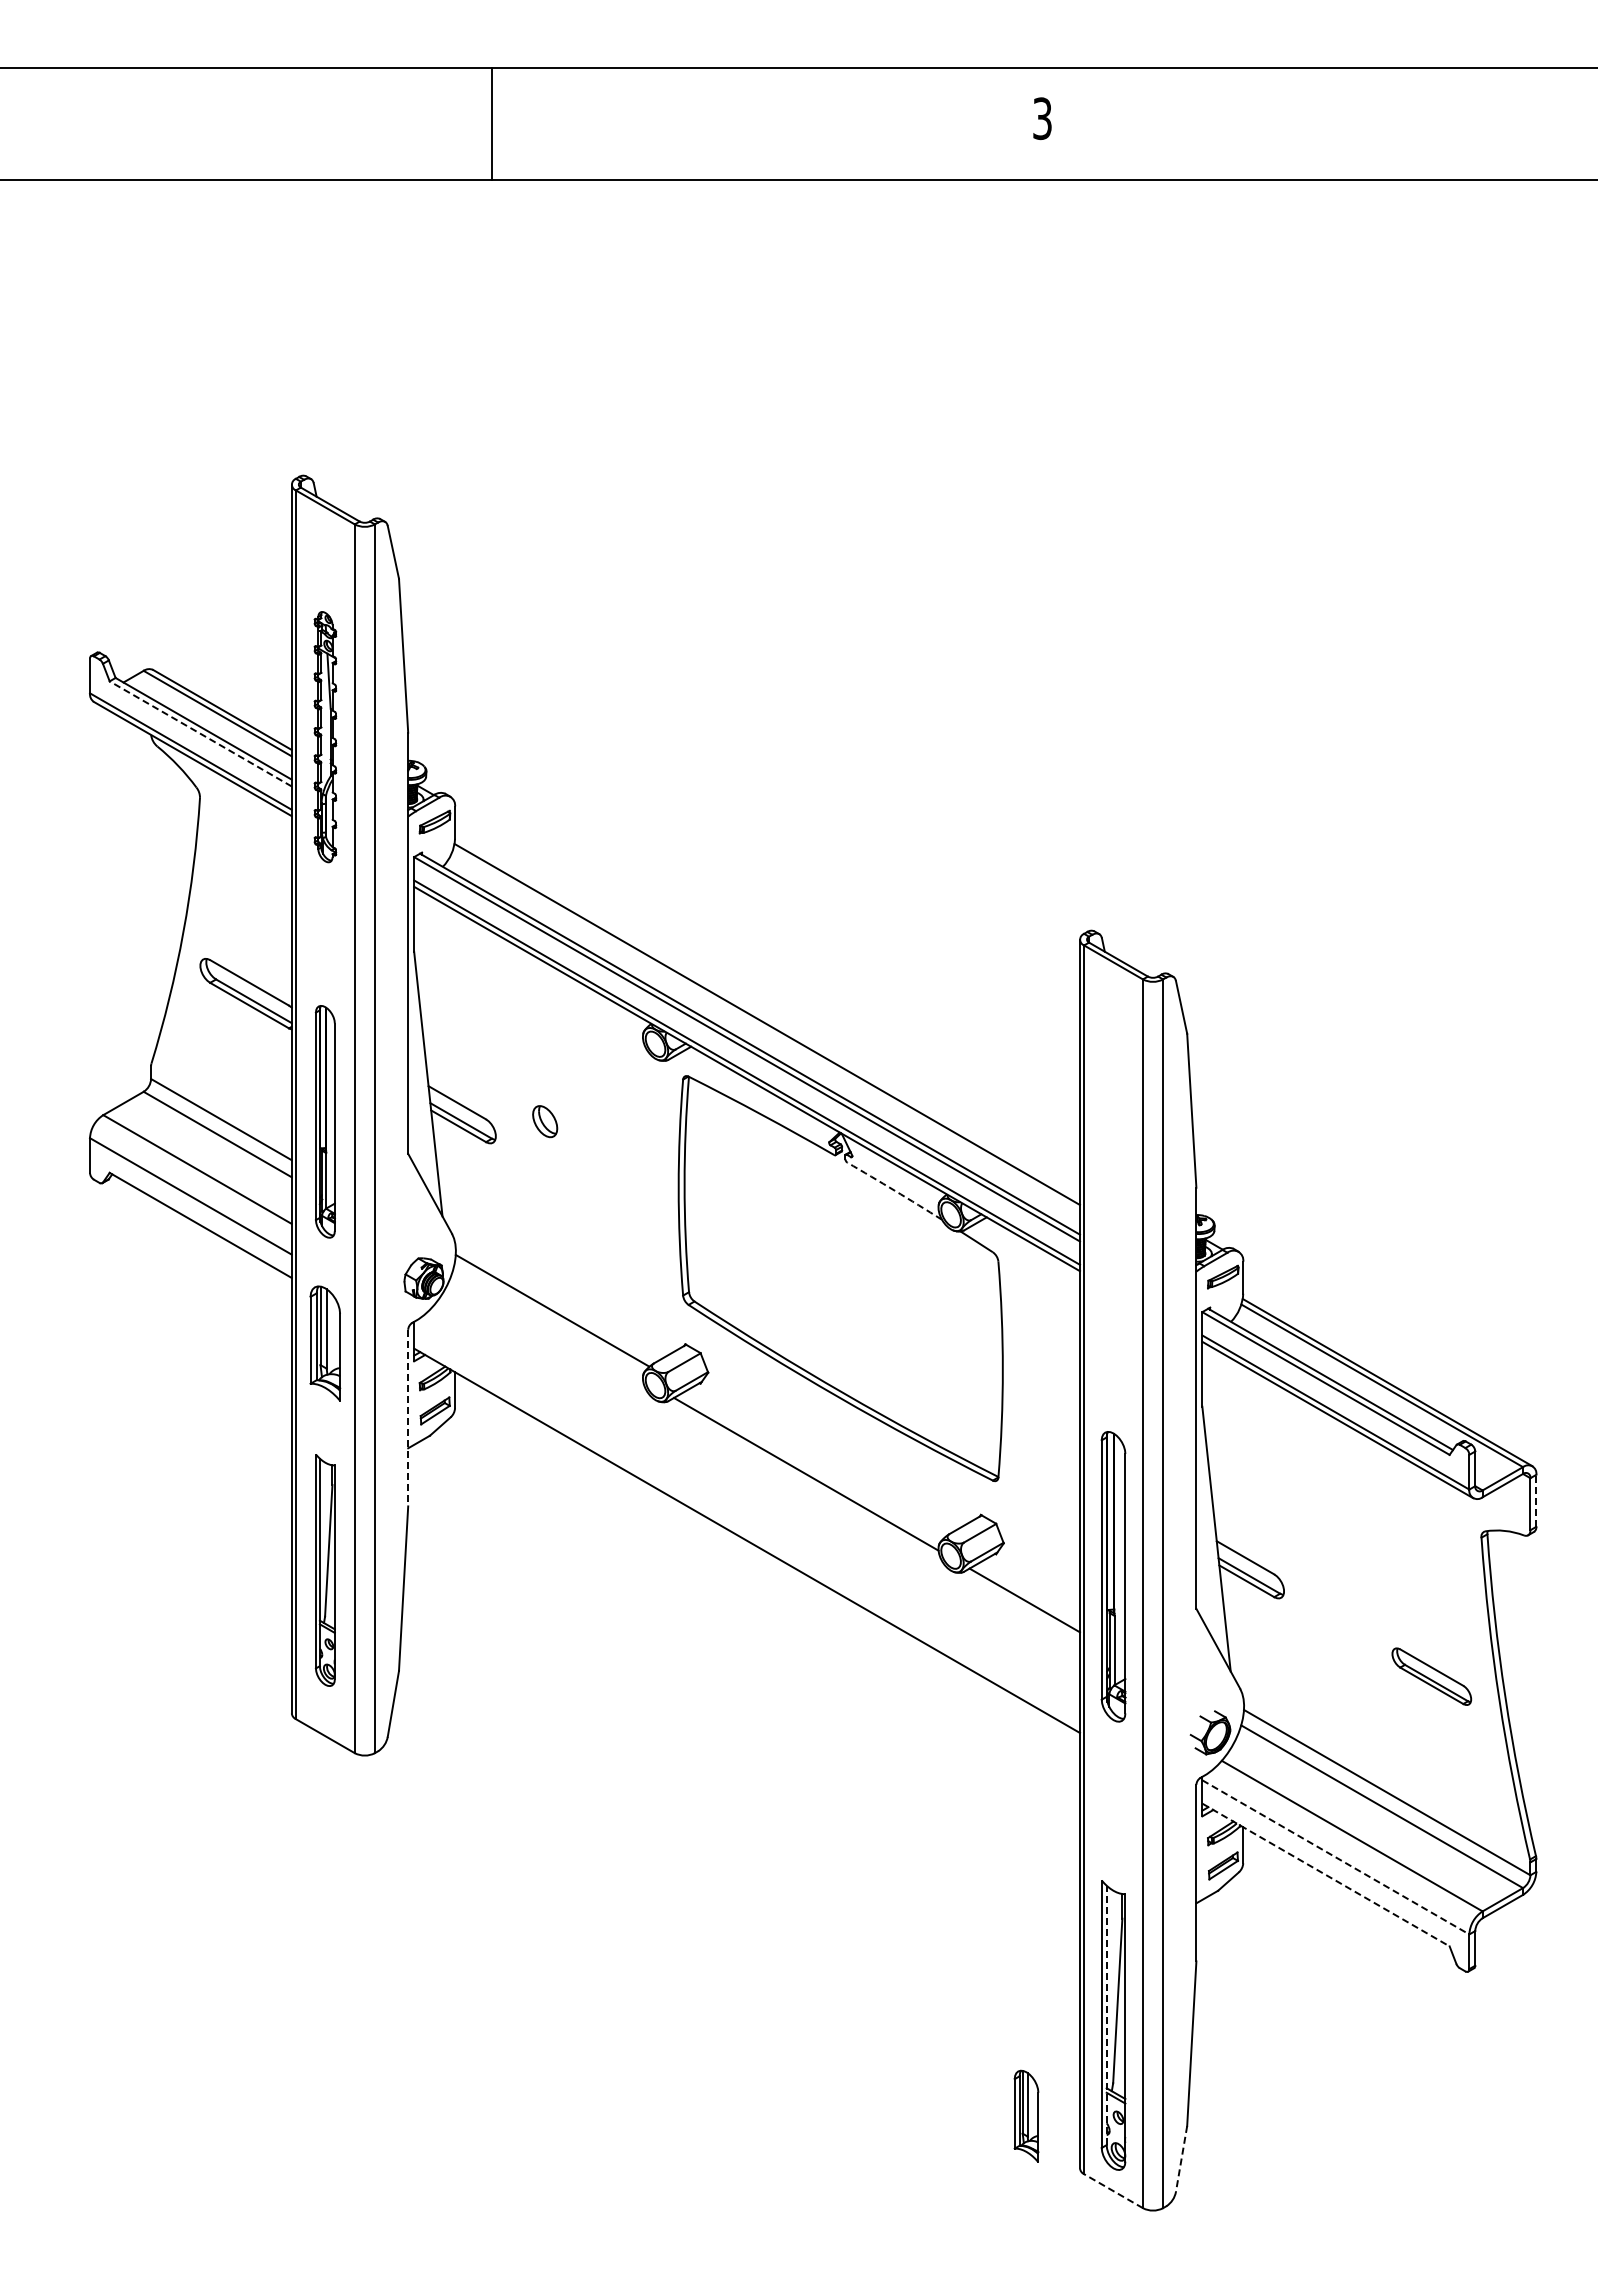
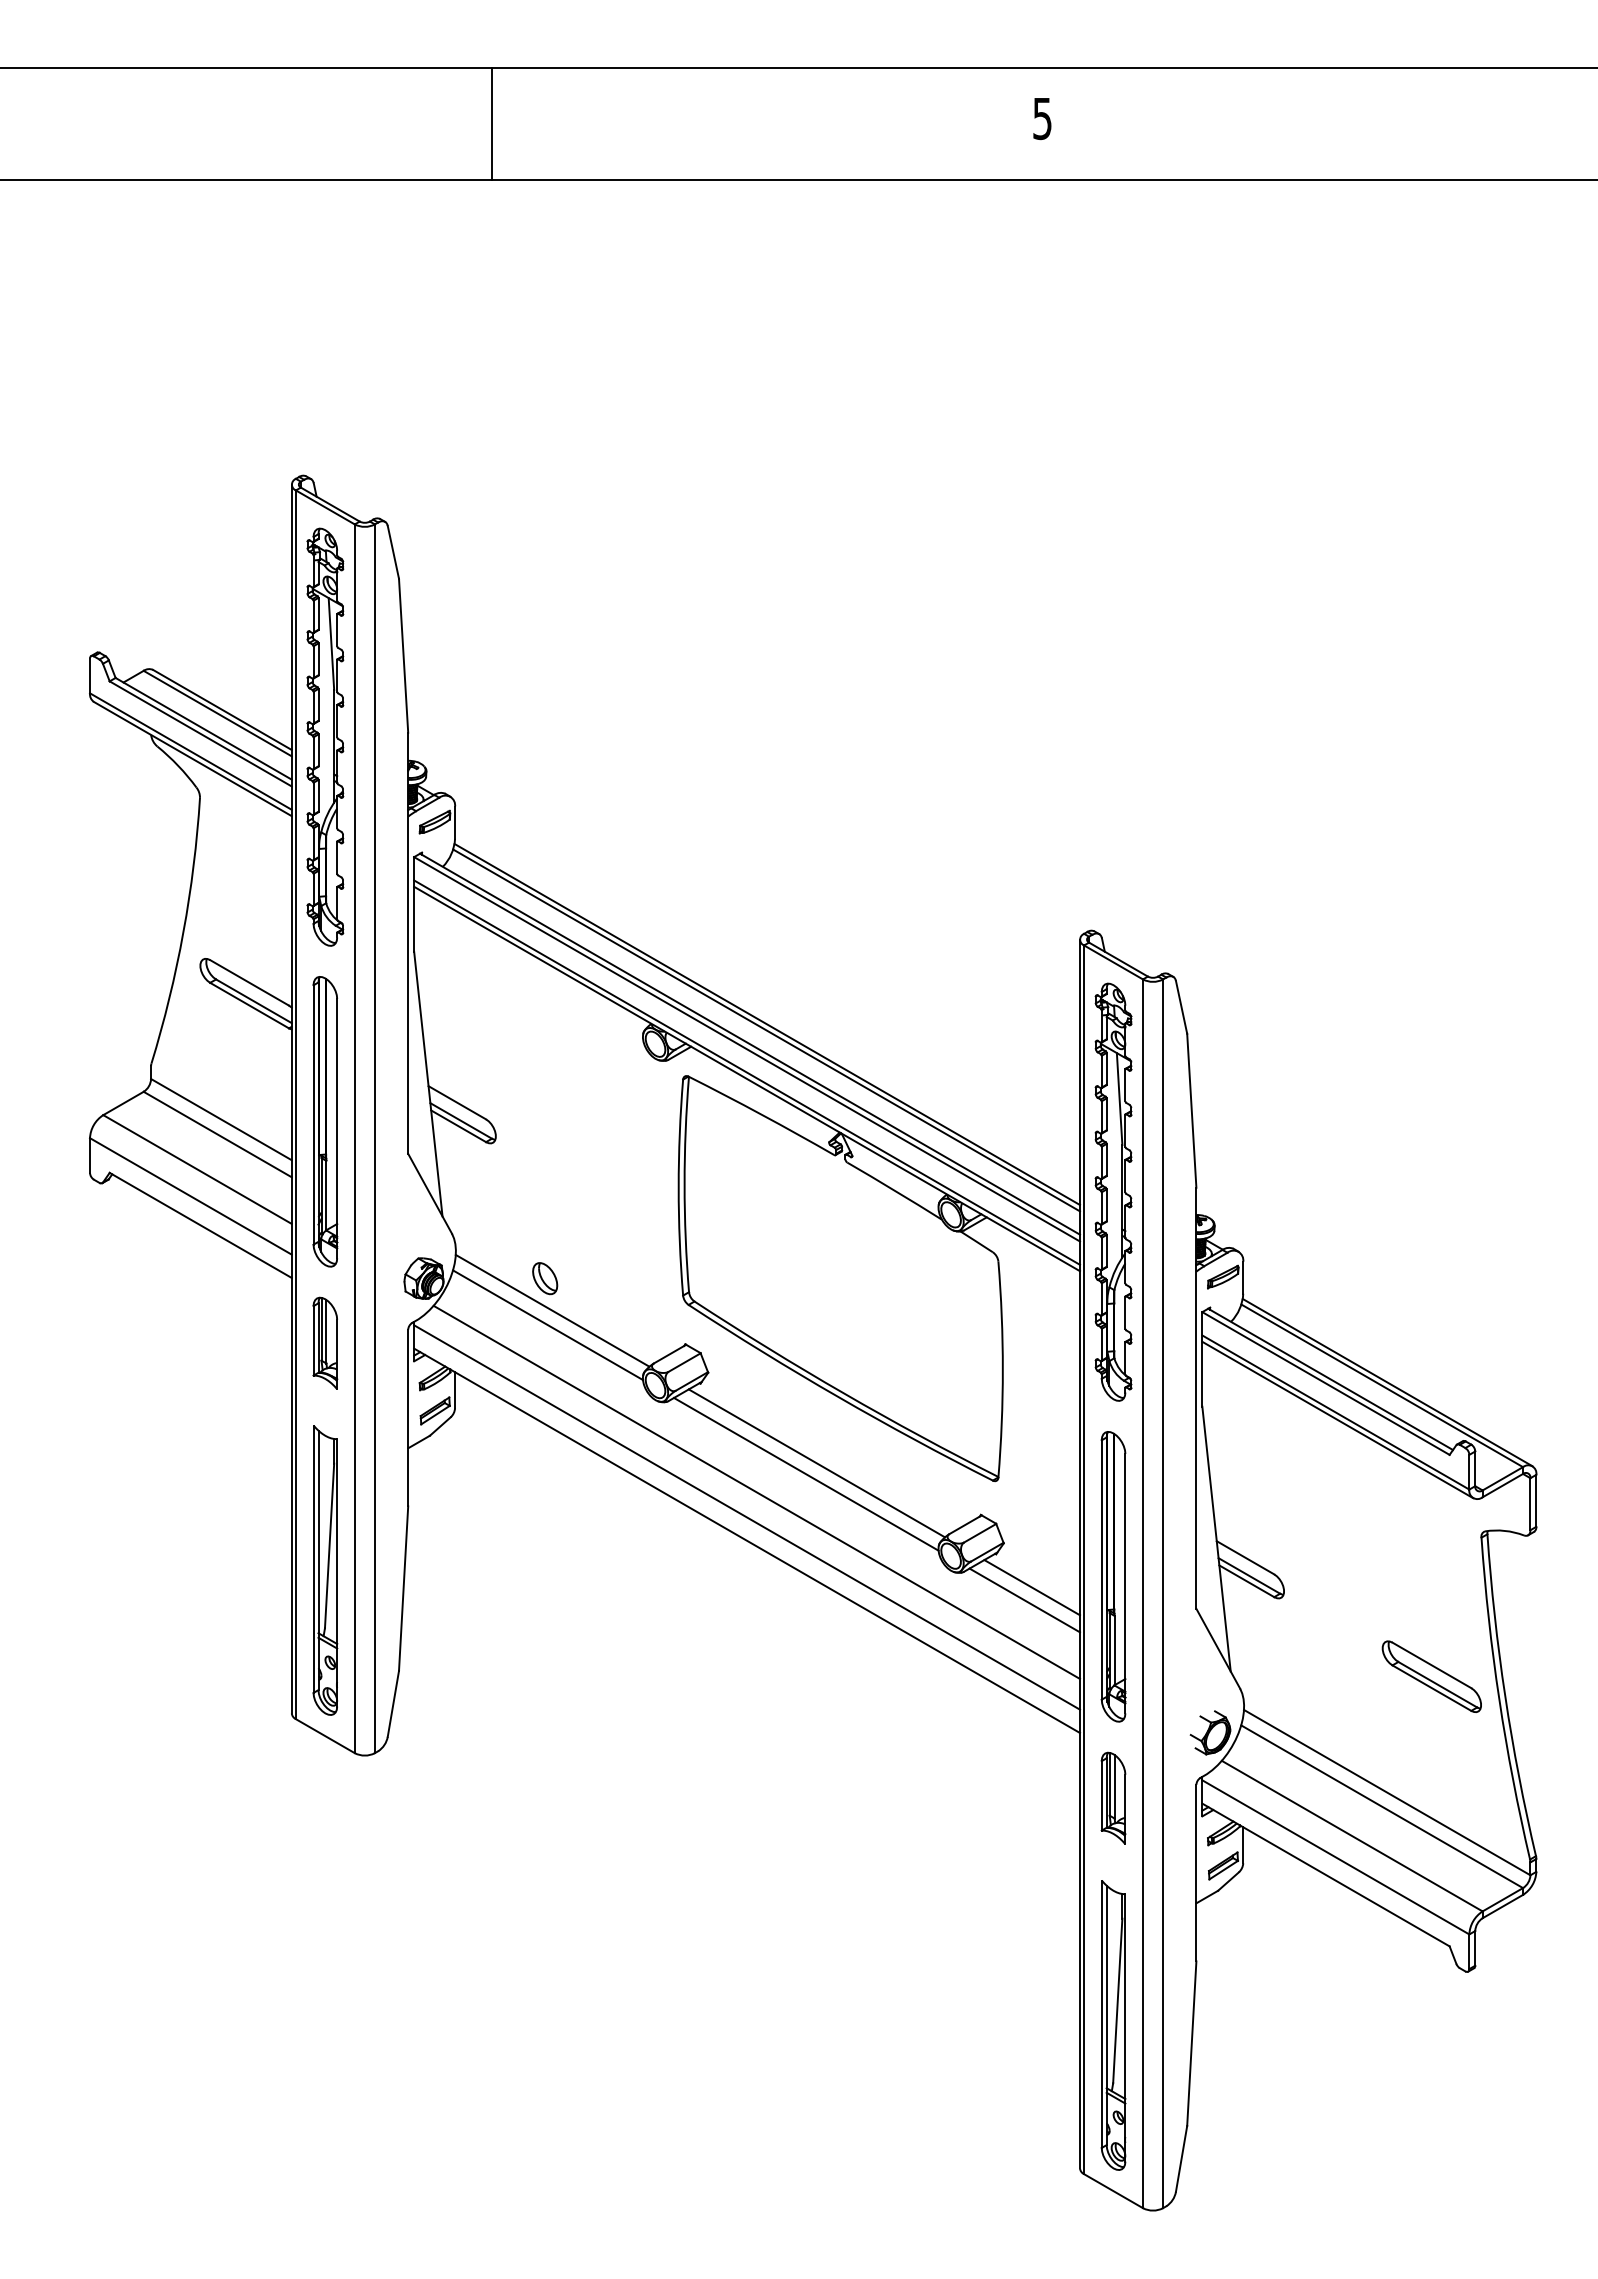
text at (1042, 118): 3 -> 5
line at (200, 733): dashed -> solid
part at (325, 737) size: 25x253 px -> 39x420 px
line at (766, 1030): none -> present
part at (324, 1121) size: 22x234 px -> 27x292 px
part at (545, 1121) position: (545, 1121) -> (545, 1278)
arc at (894, 1190): dashed -> solid
part at (1113, 1191): none -> present
line at (547, 1325): none -> present
part at (325, 1343) size: 33x117 px -> 27x94 px
line at (408, 1418): dashed -> solid
line at (816, 1463): none -> present
line at (756, 1491): none -> present
line at (1536, 1500): dashed -> solid
line at (746, 1517): none -> present
part at (324, 1570) size: 22x233 px -> 27x291 px
line at (1031, 1587): none -> present
part at (1431, 1676) size: 82x59 px -> 101x73 px
line at (1336, 1857): dashed -> solid
line at (1325, 1875): dashed -> solid
line at (1106, 2015): dashed -> solid
part at (1026, 2115) position: (1026, 2115) -> (1113, 1797)
line at (1181, 2159): dashed -> solid
line at (1113, 2191): dashed -> solid
